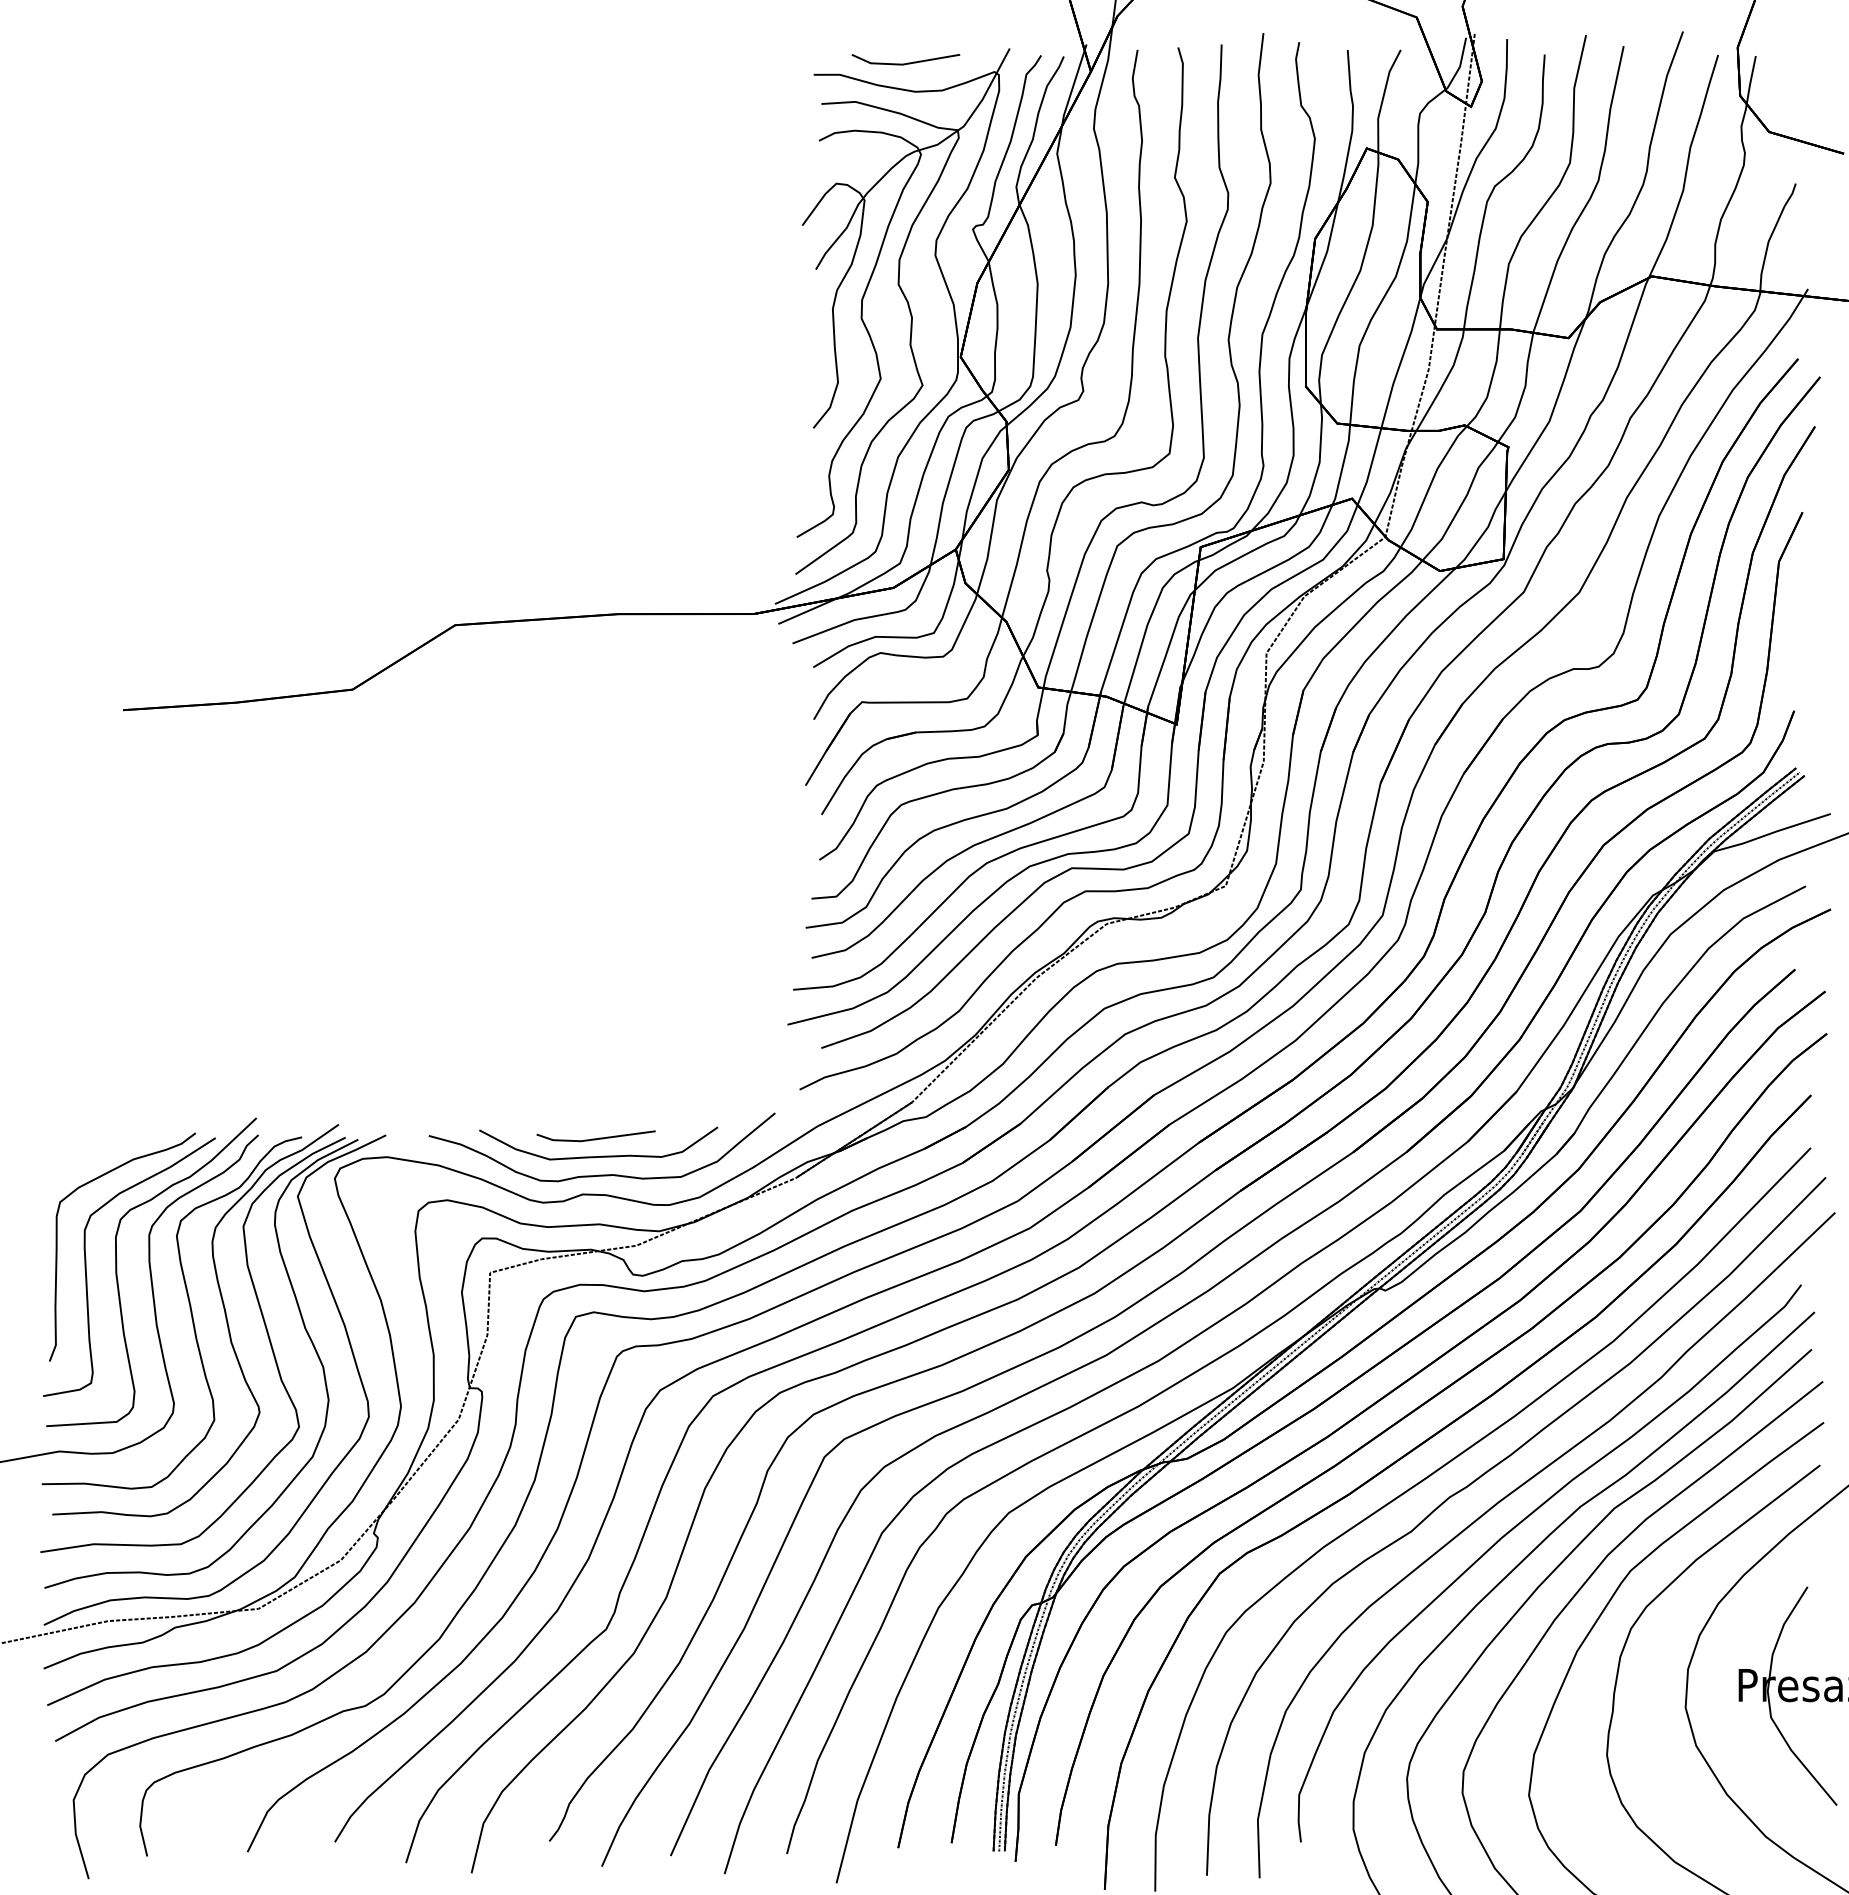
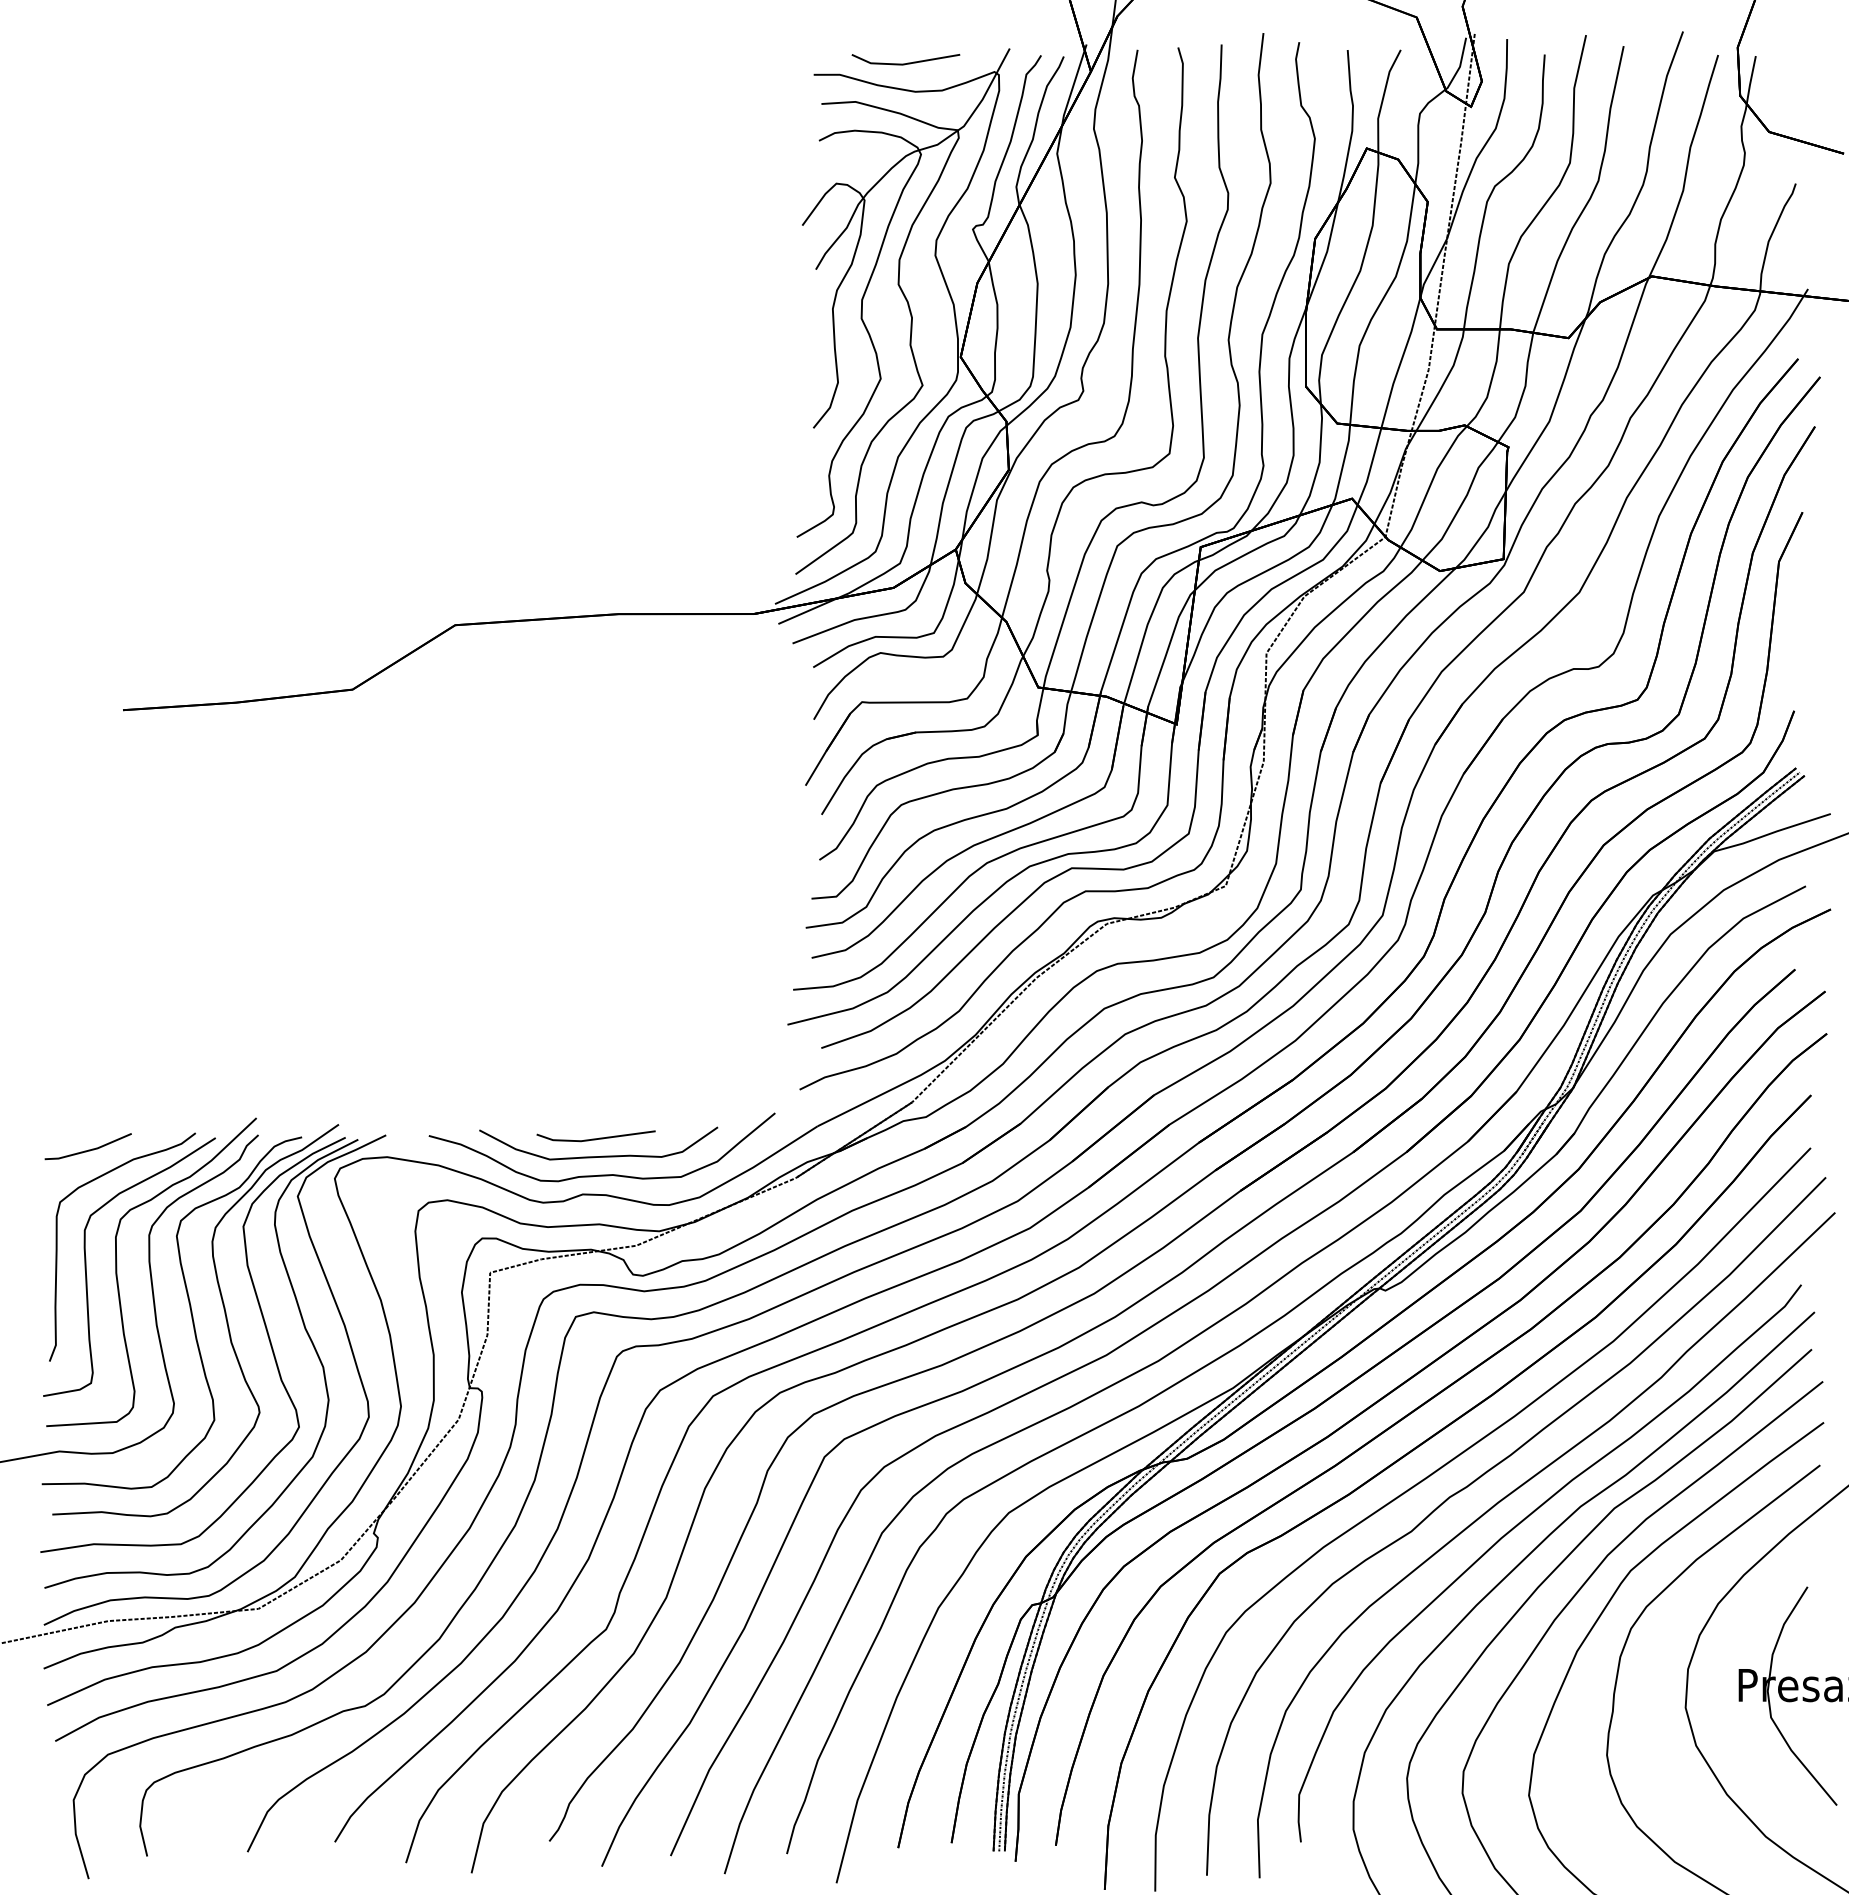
part at (87, 1146): none -> present
